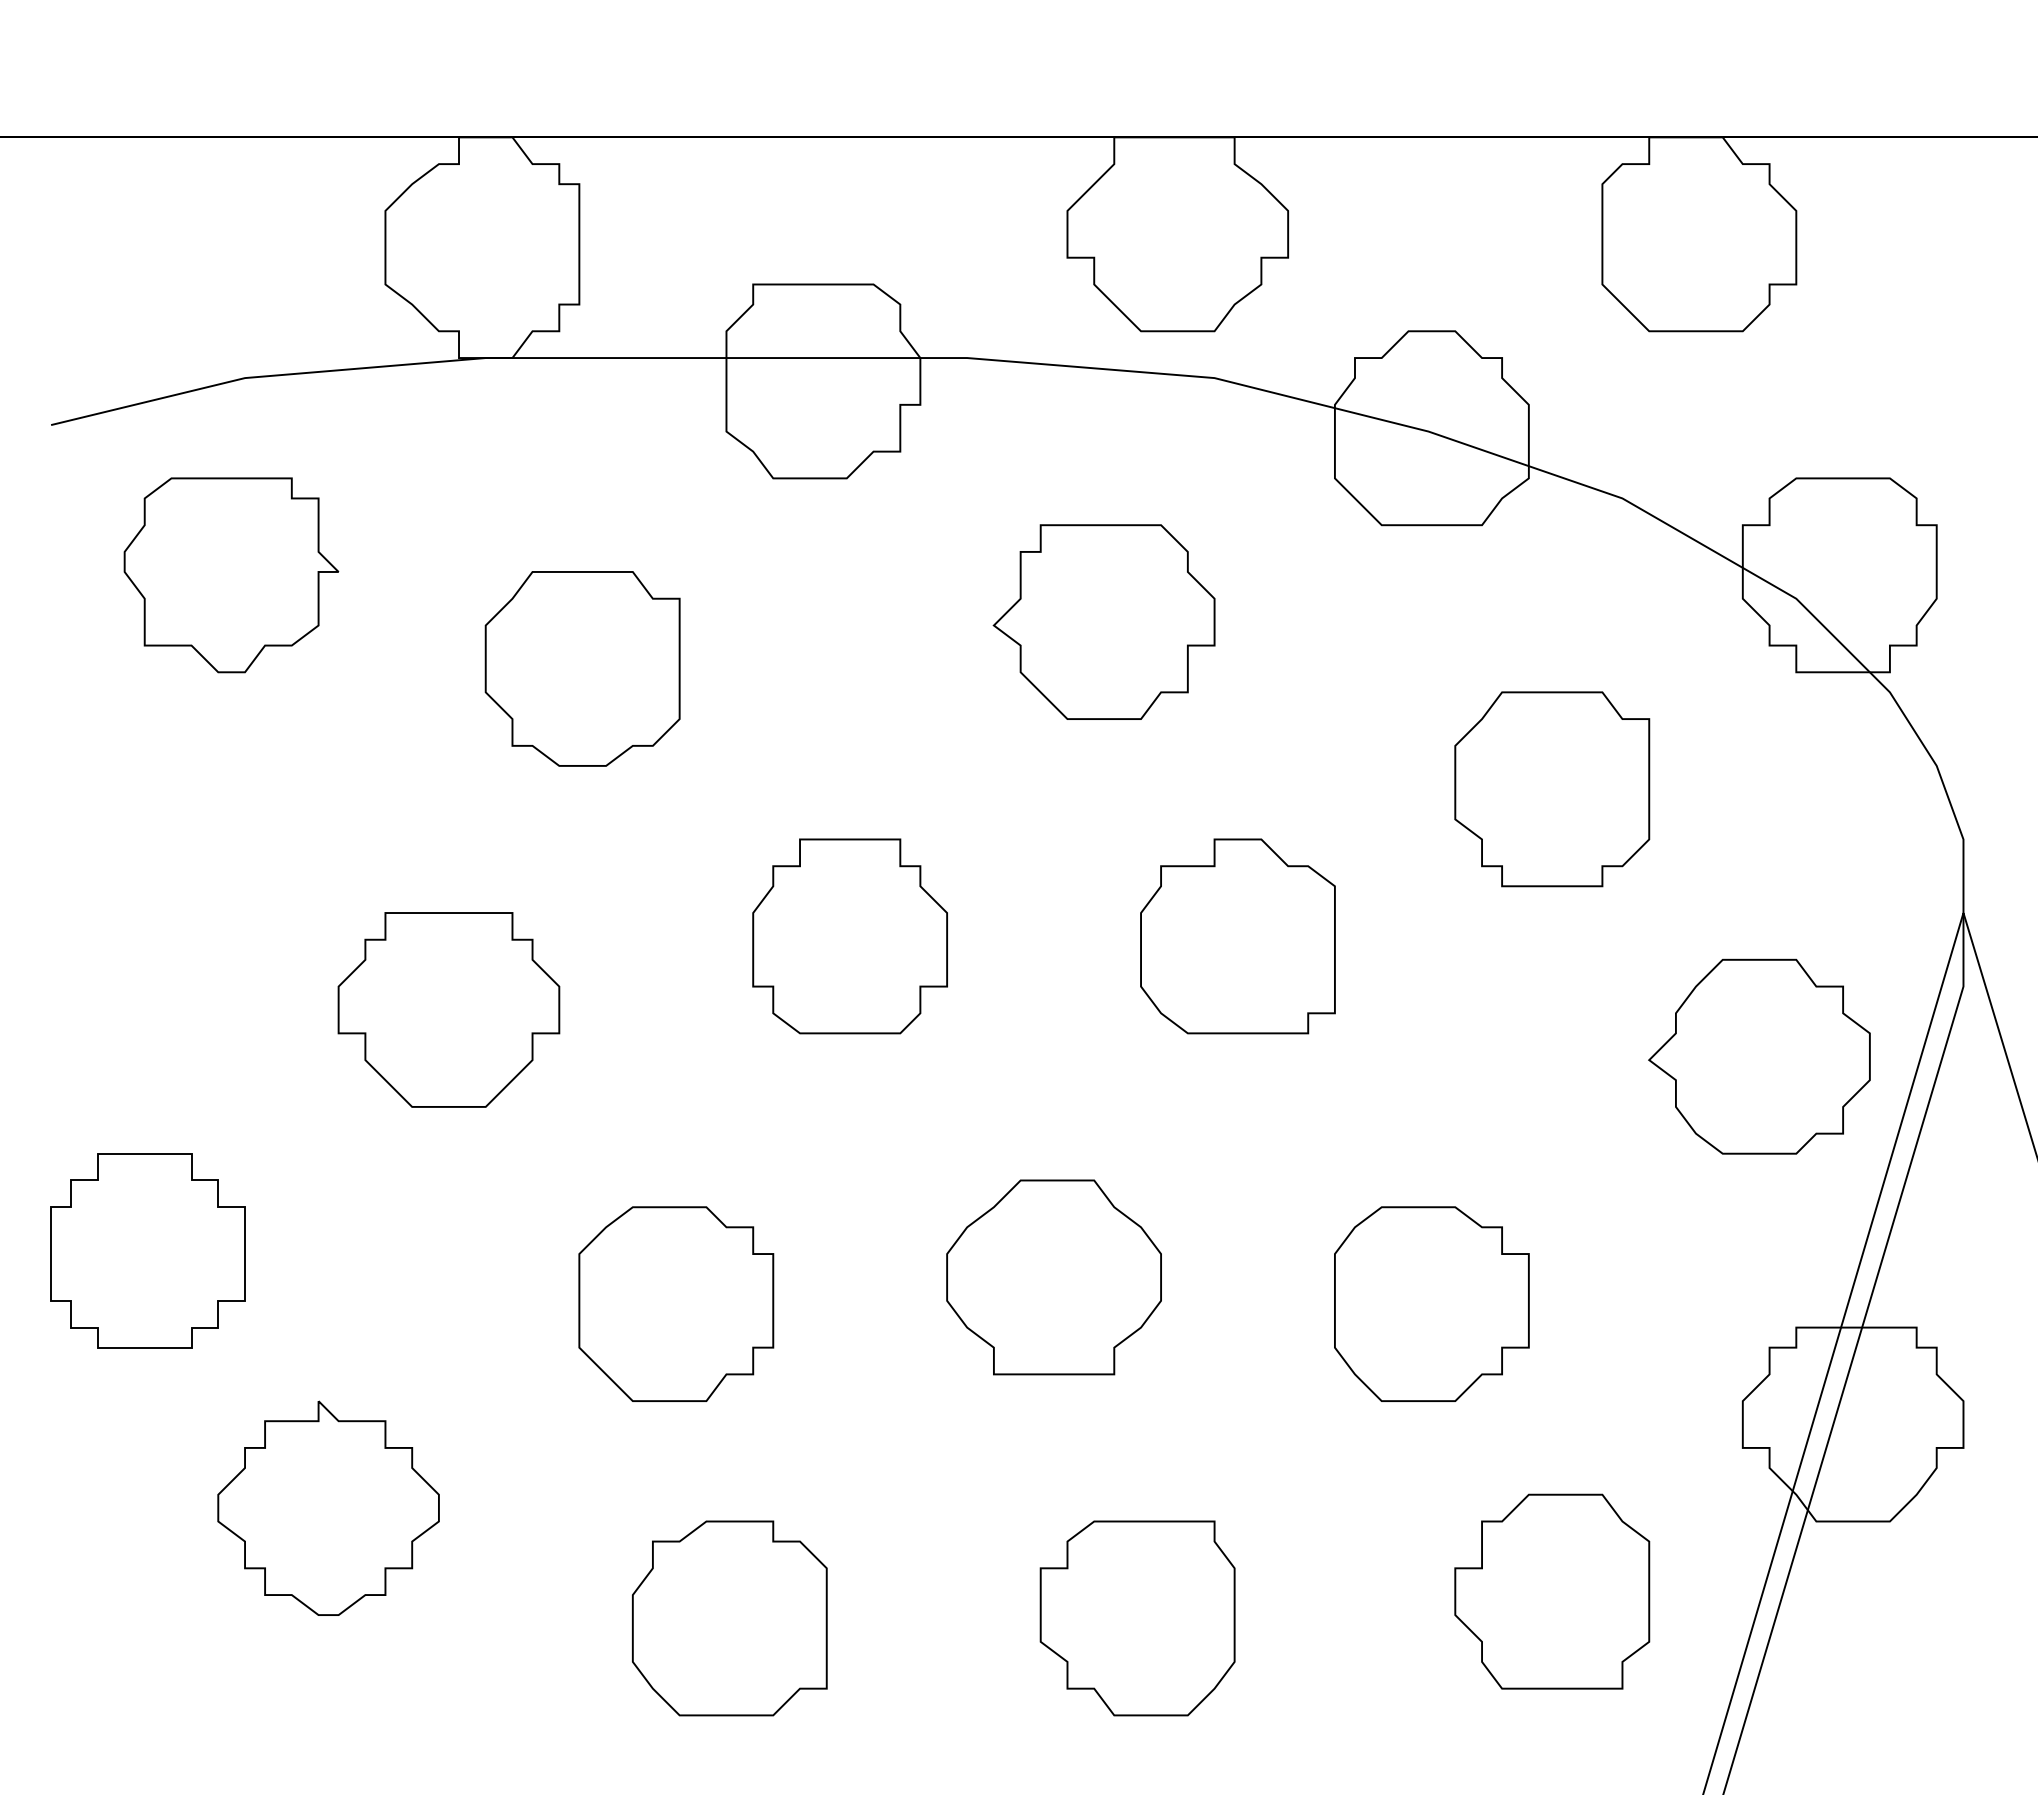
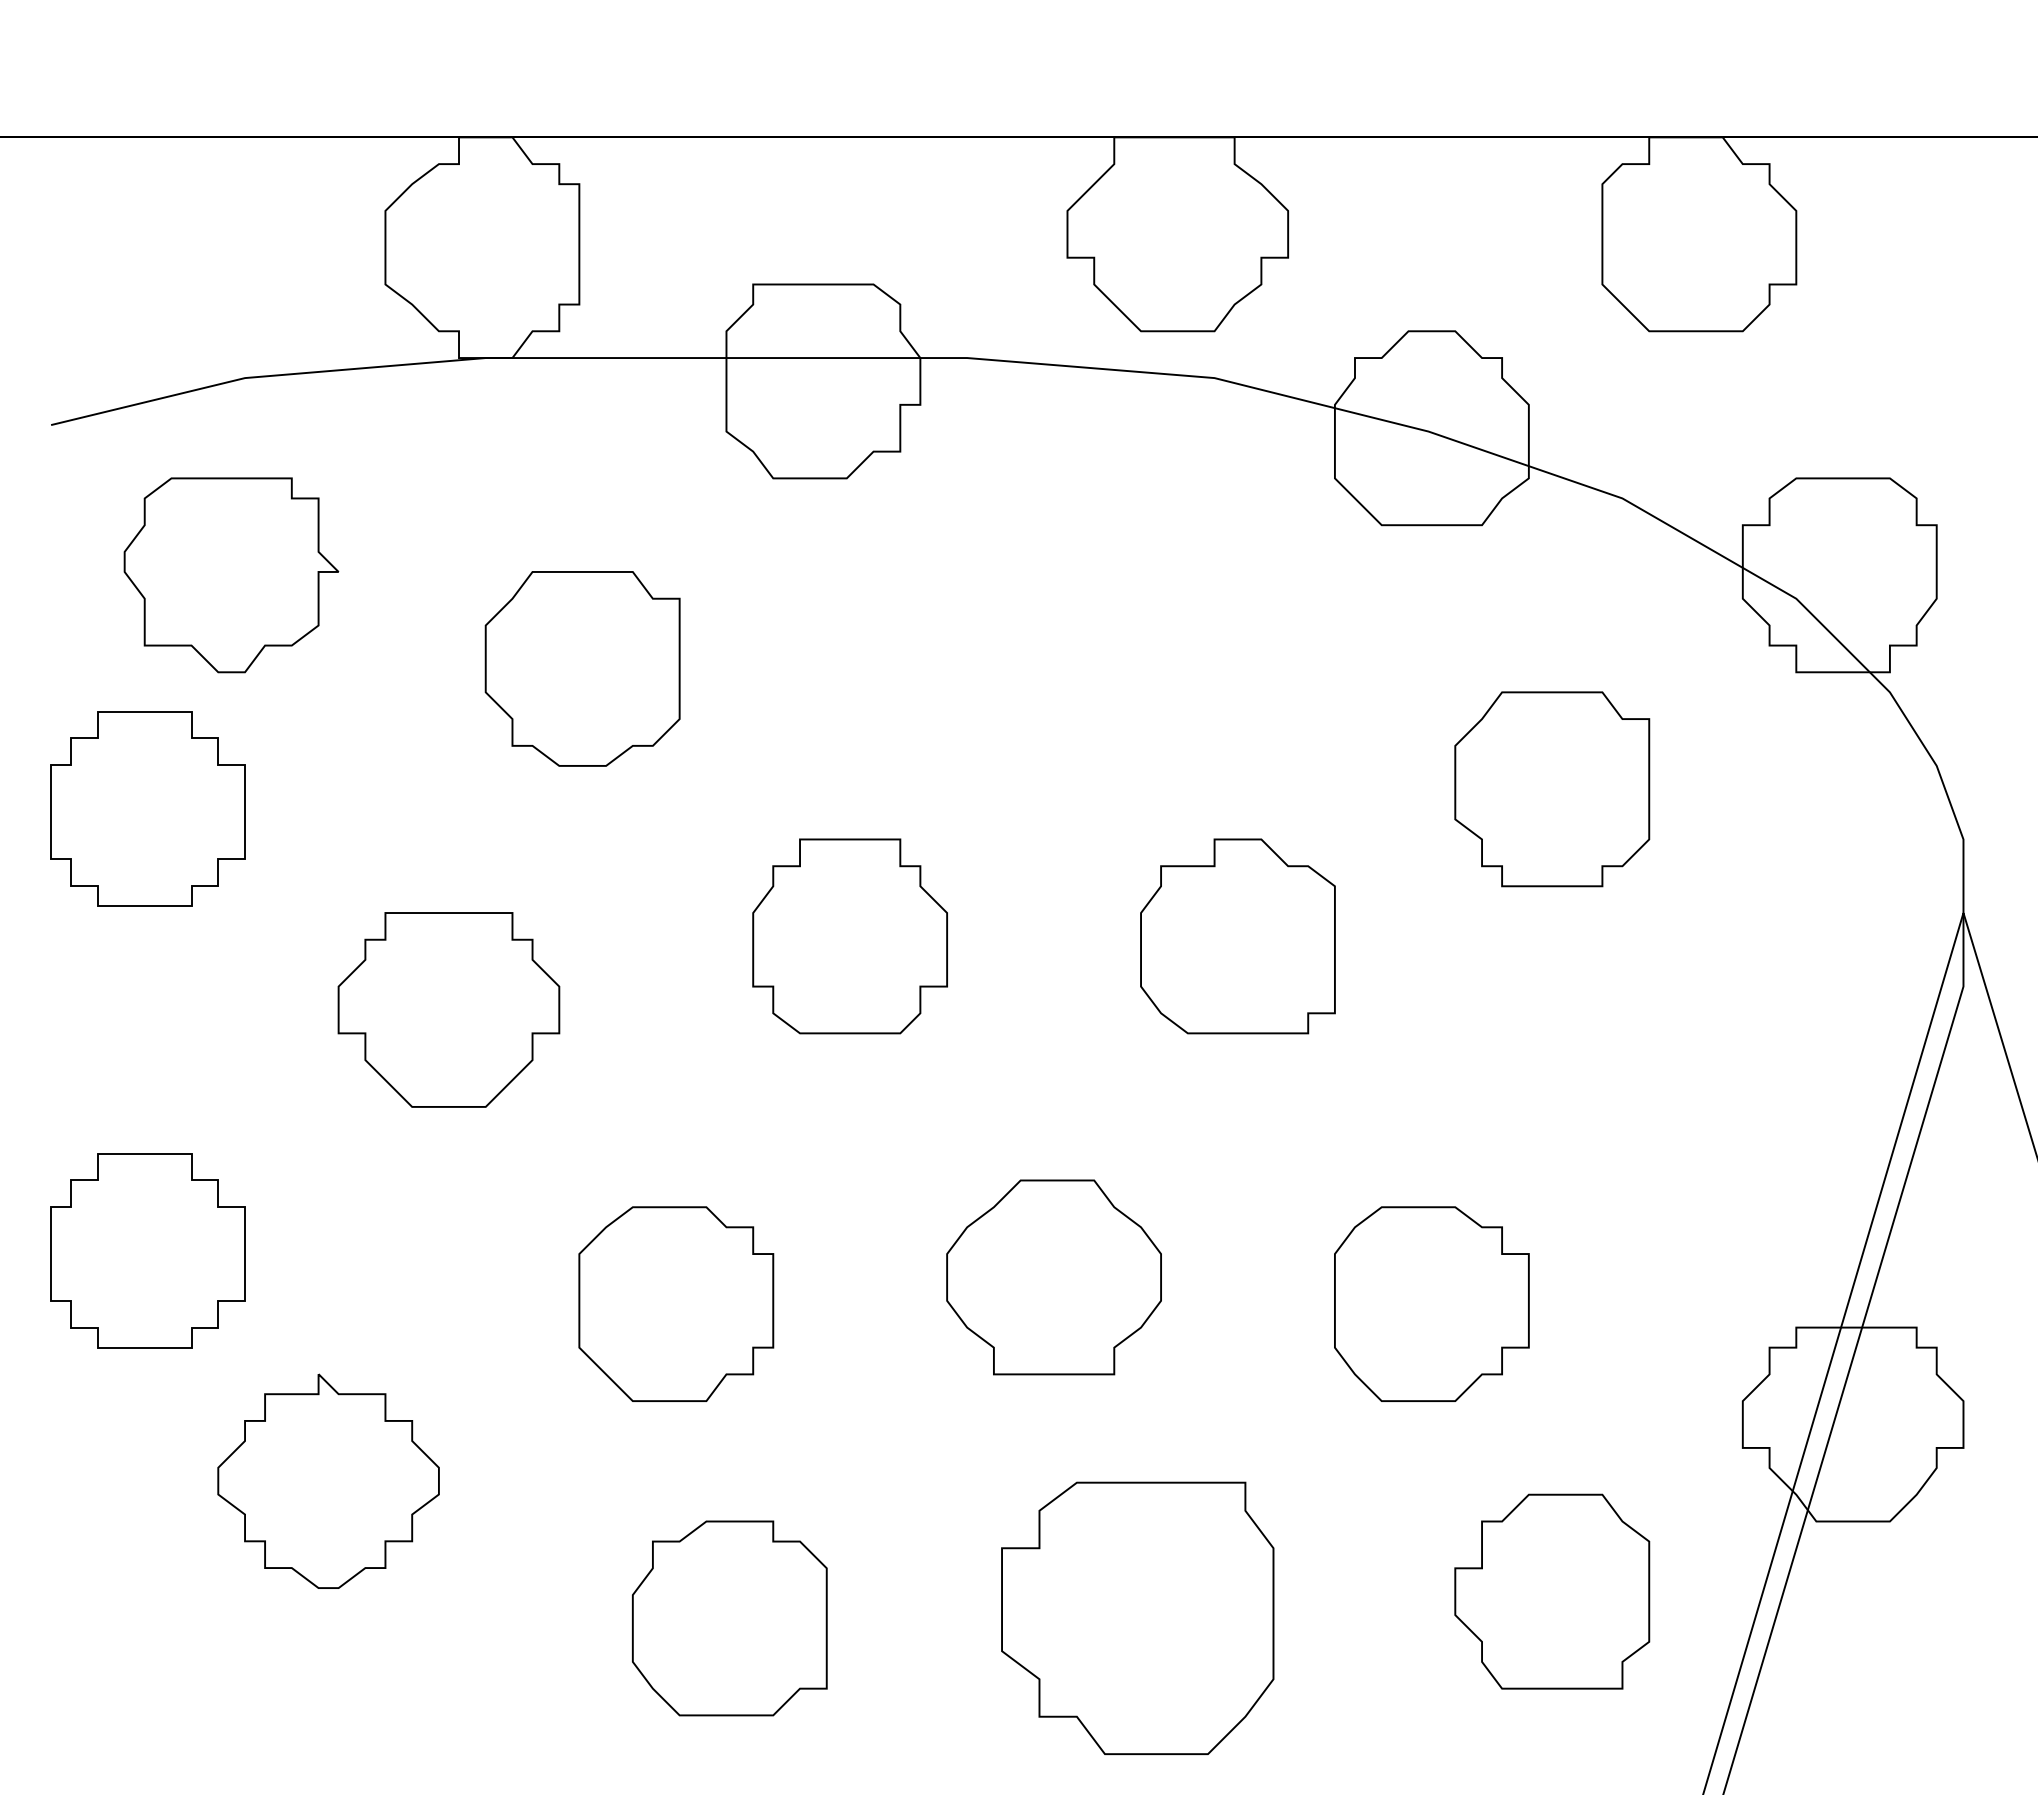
part at (1103, 621): present -> none
part at (147, 808): none -> present
part at (1759, 1056): present -> none
part at (328, 1507) position: (328, 1507) -> (328, 1480)
part at (1137, 1618) size: 197x197 px -> 274x274 px
